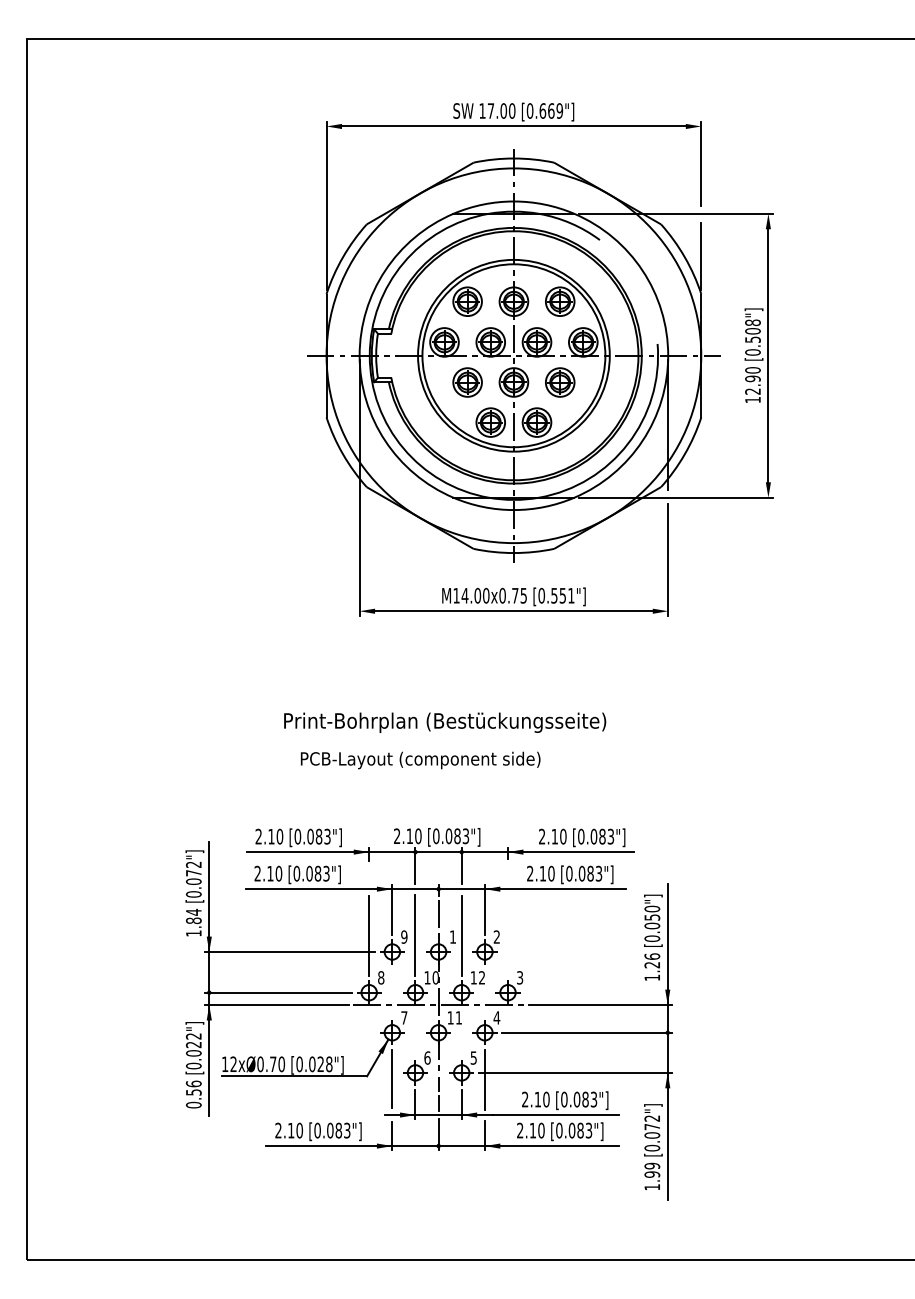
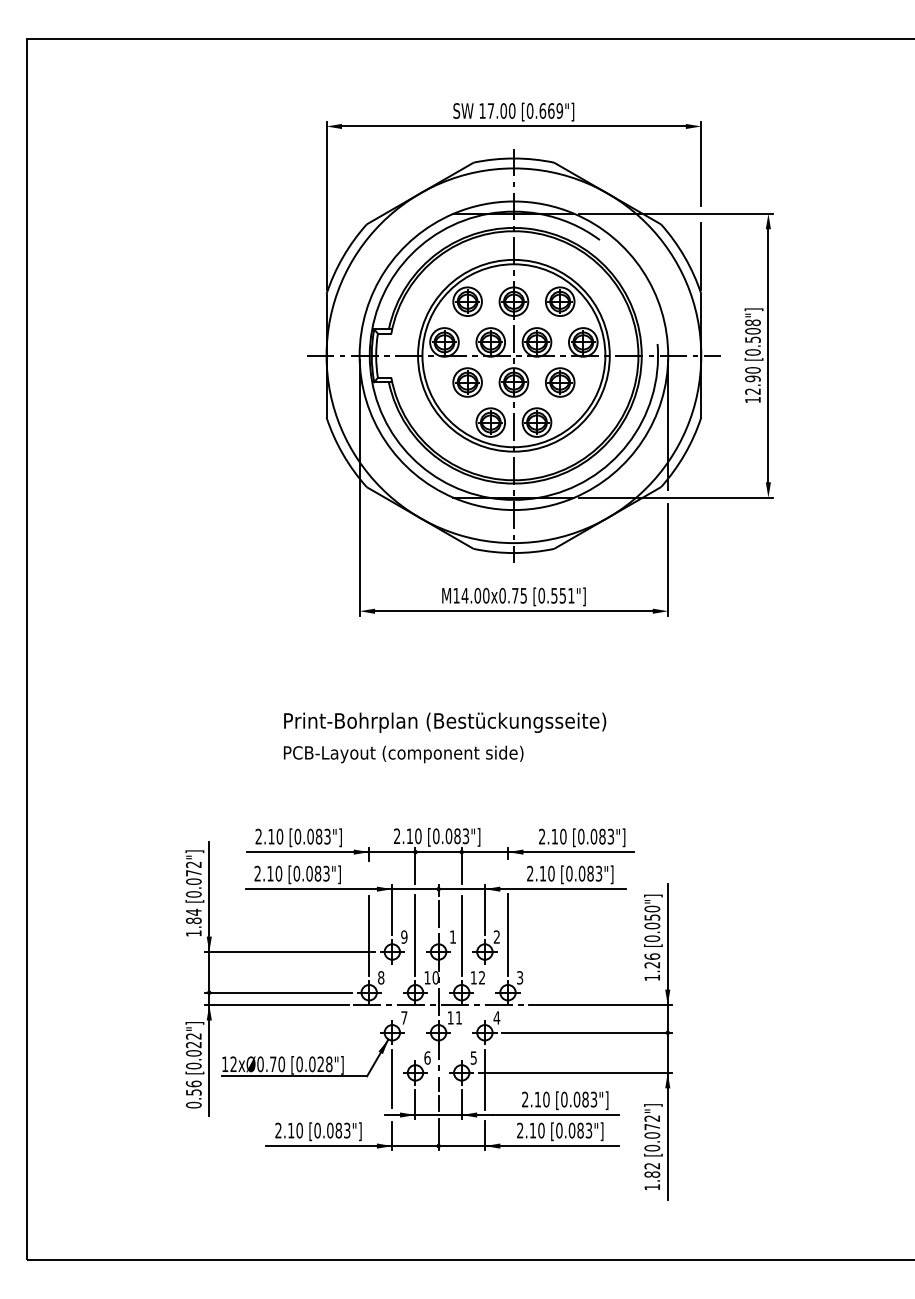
text at (420, 760) position: (420, 760) -> (403, 754)
line at (508, 934): none -> present
text at (652, 1169): 1.99 -> 1.82
